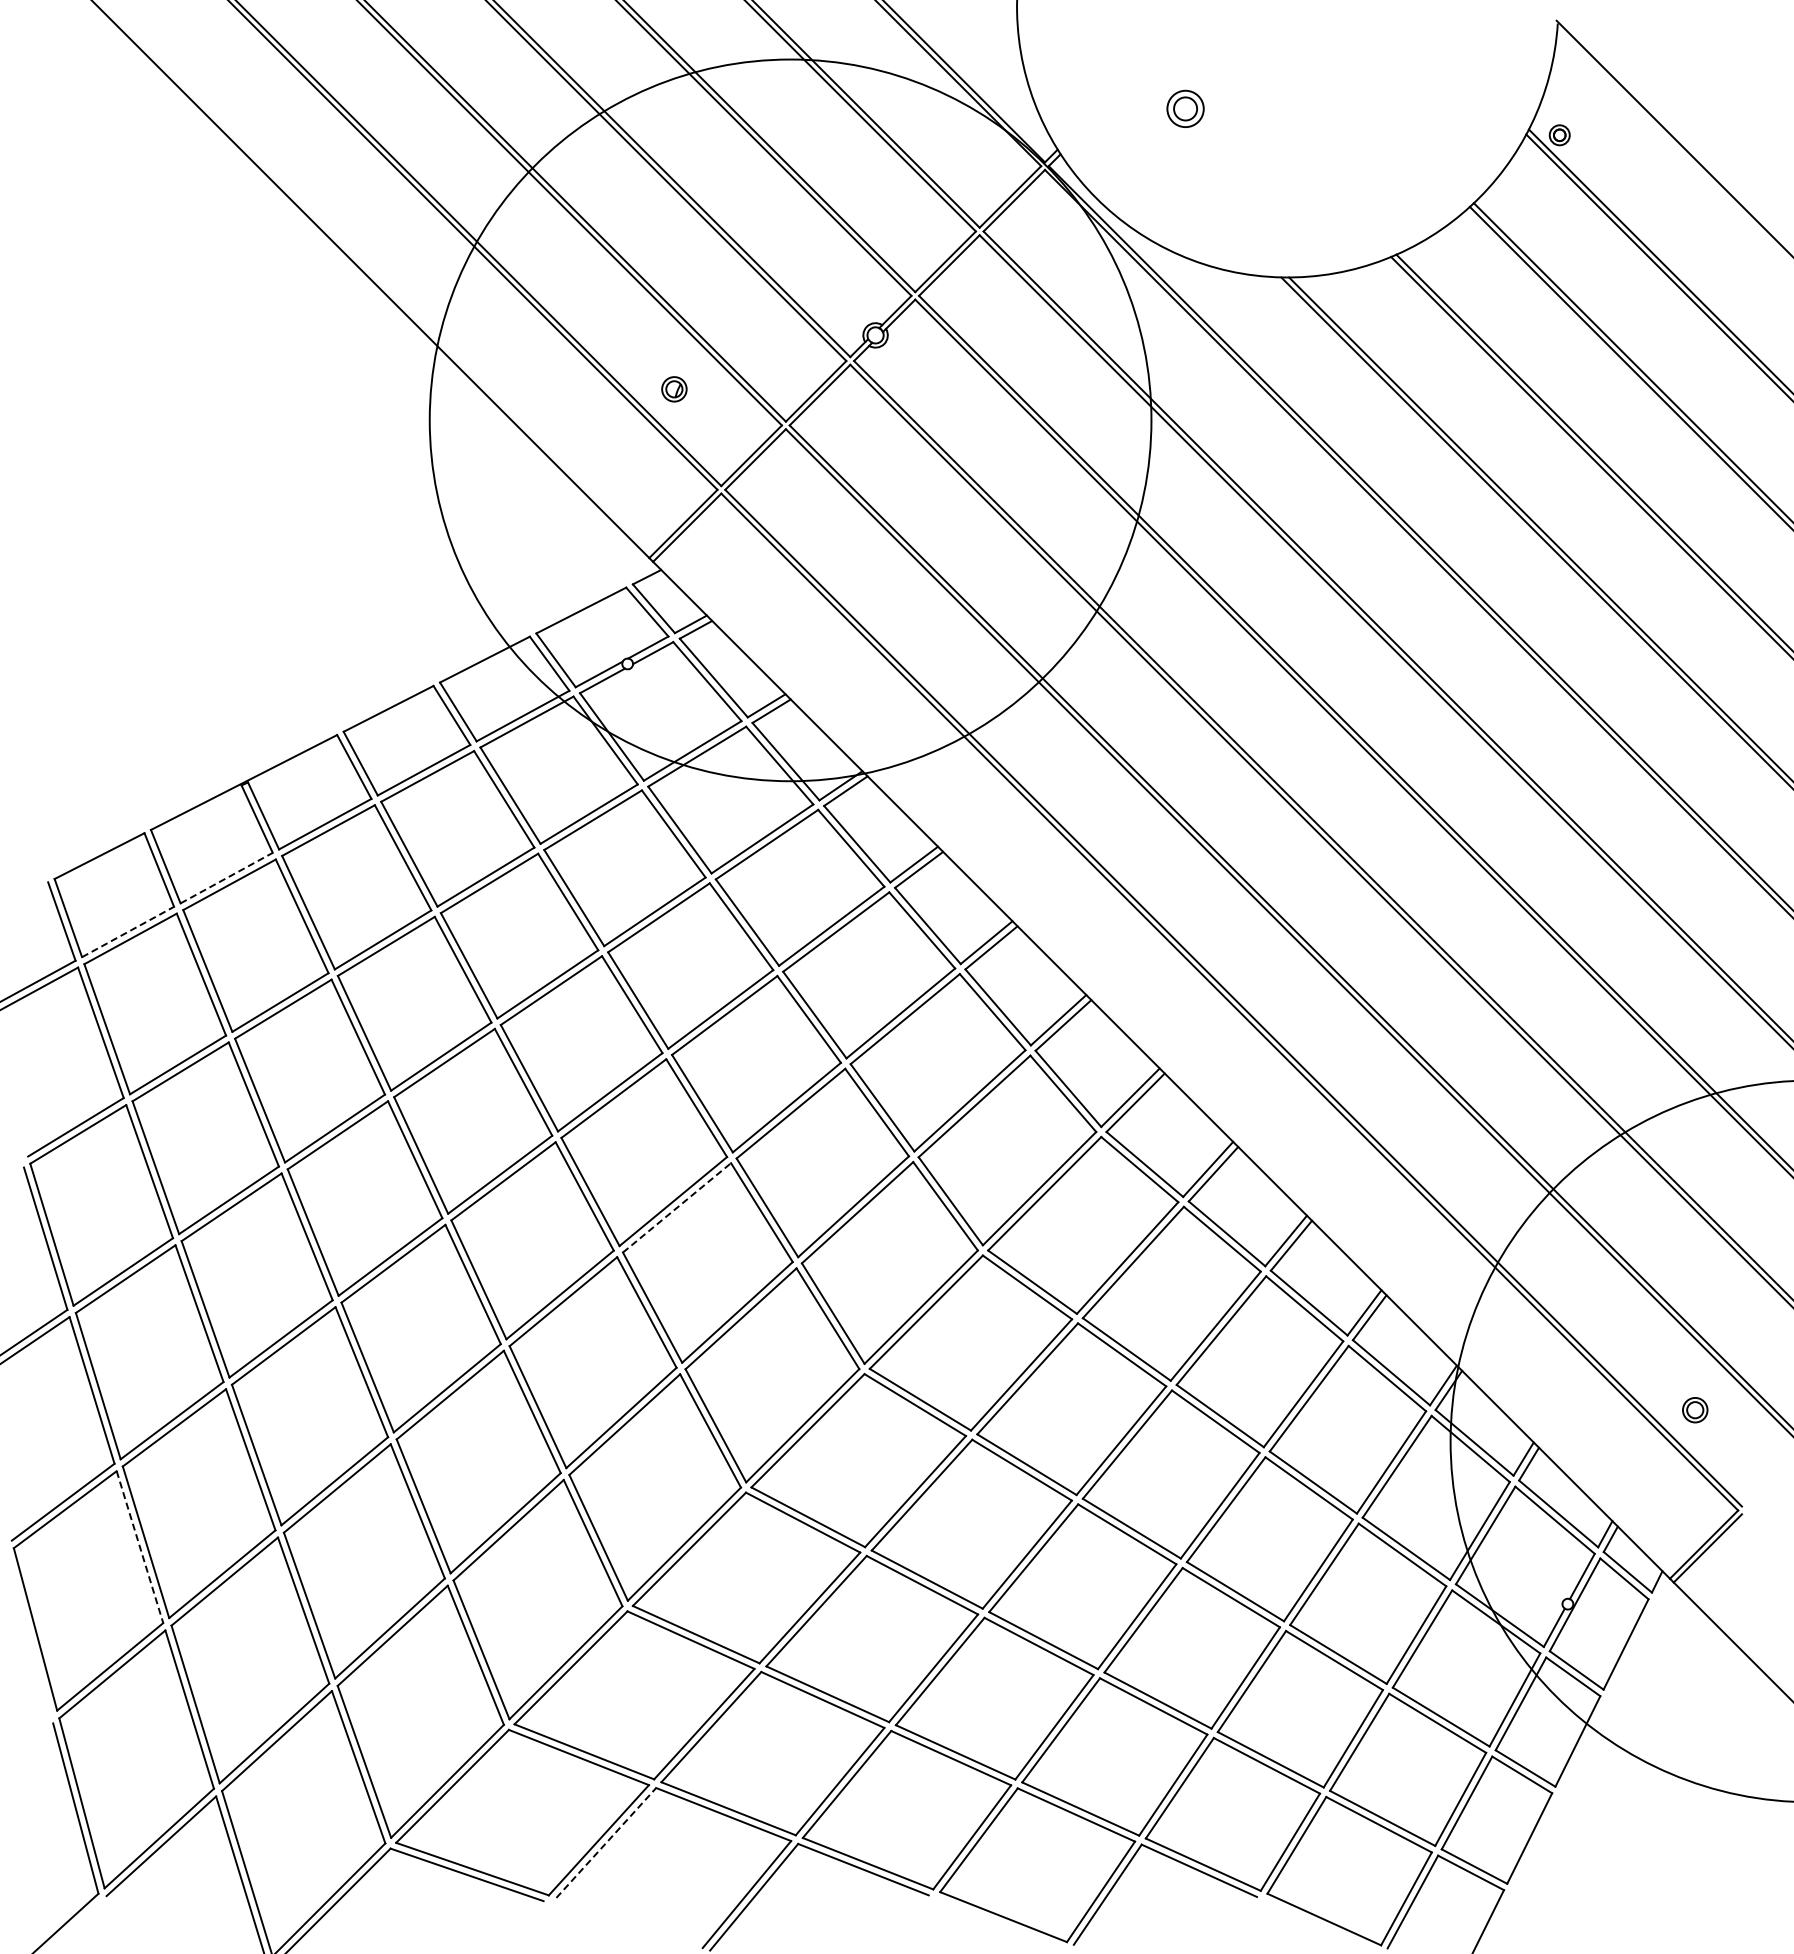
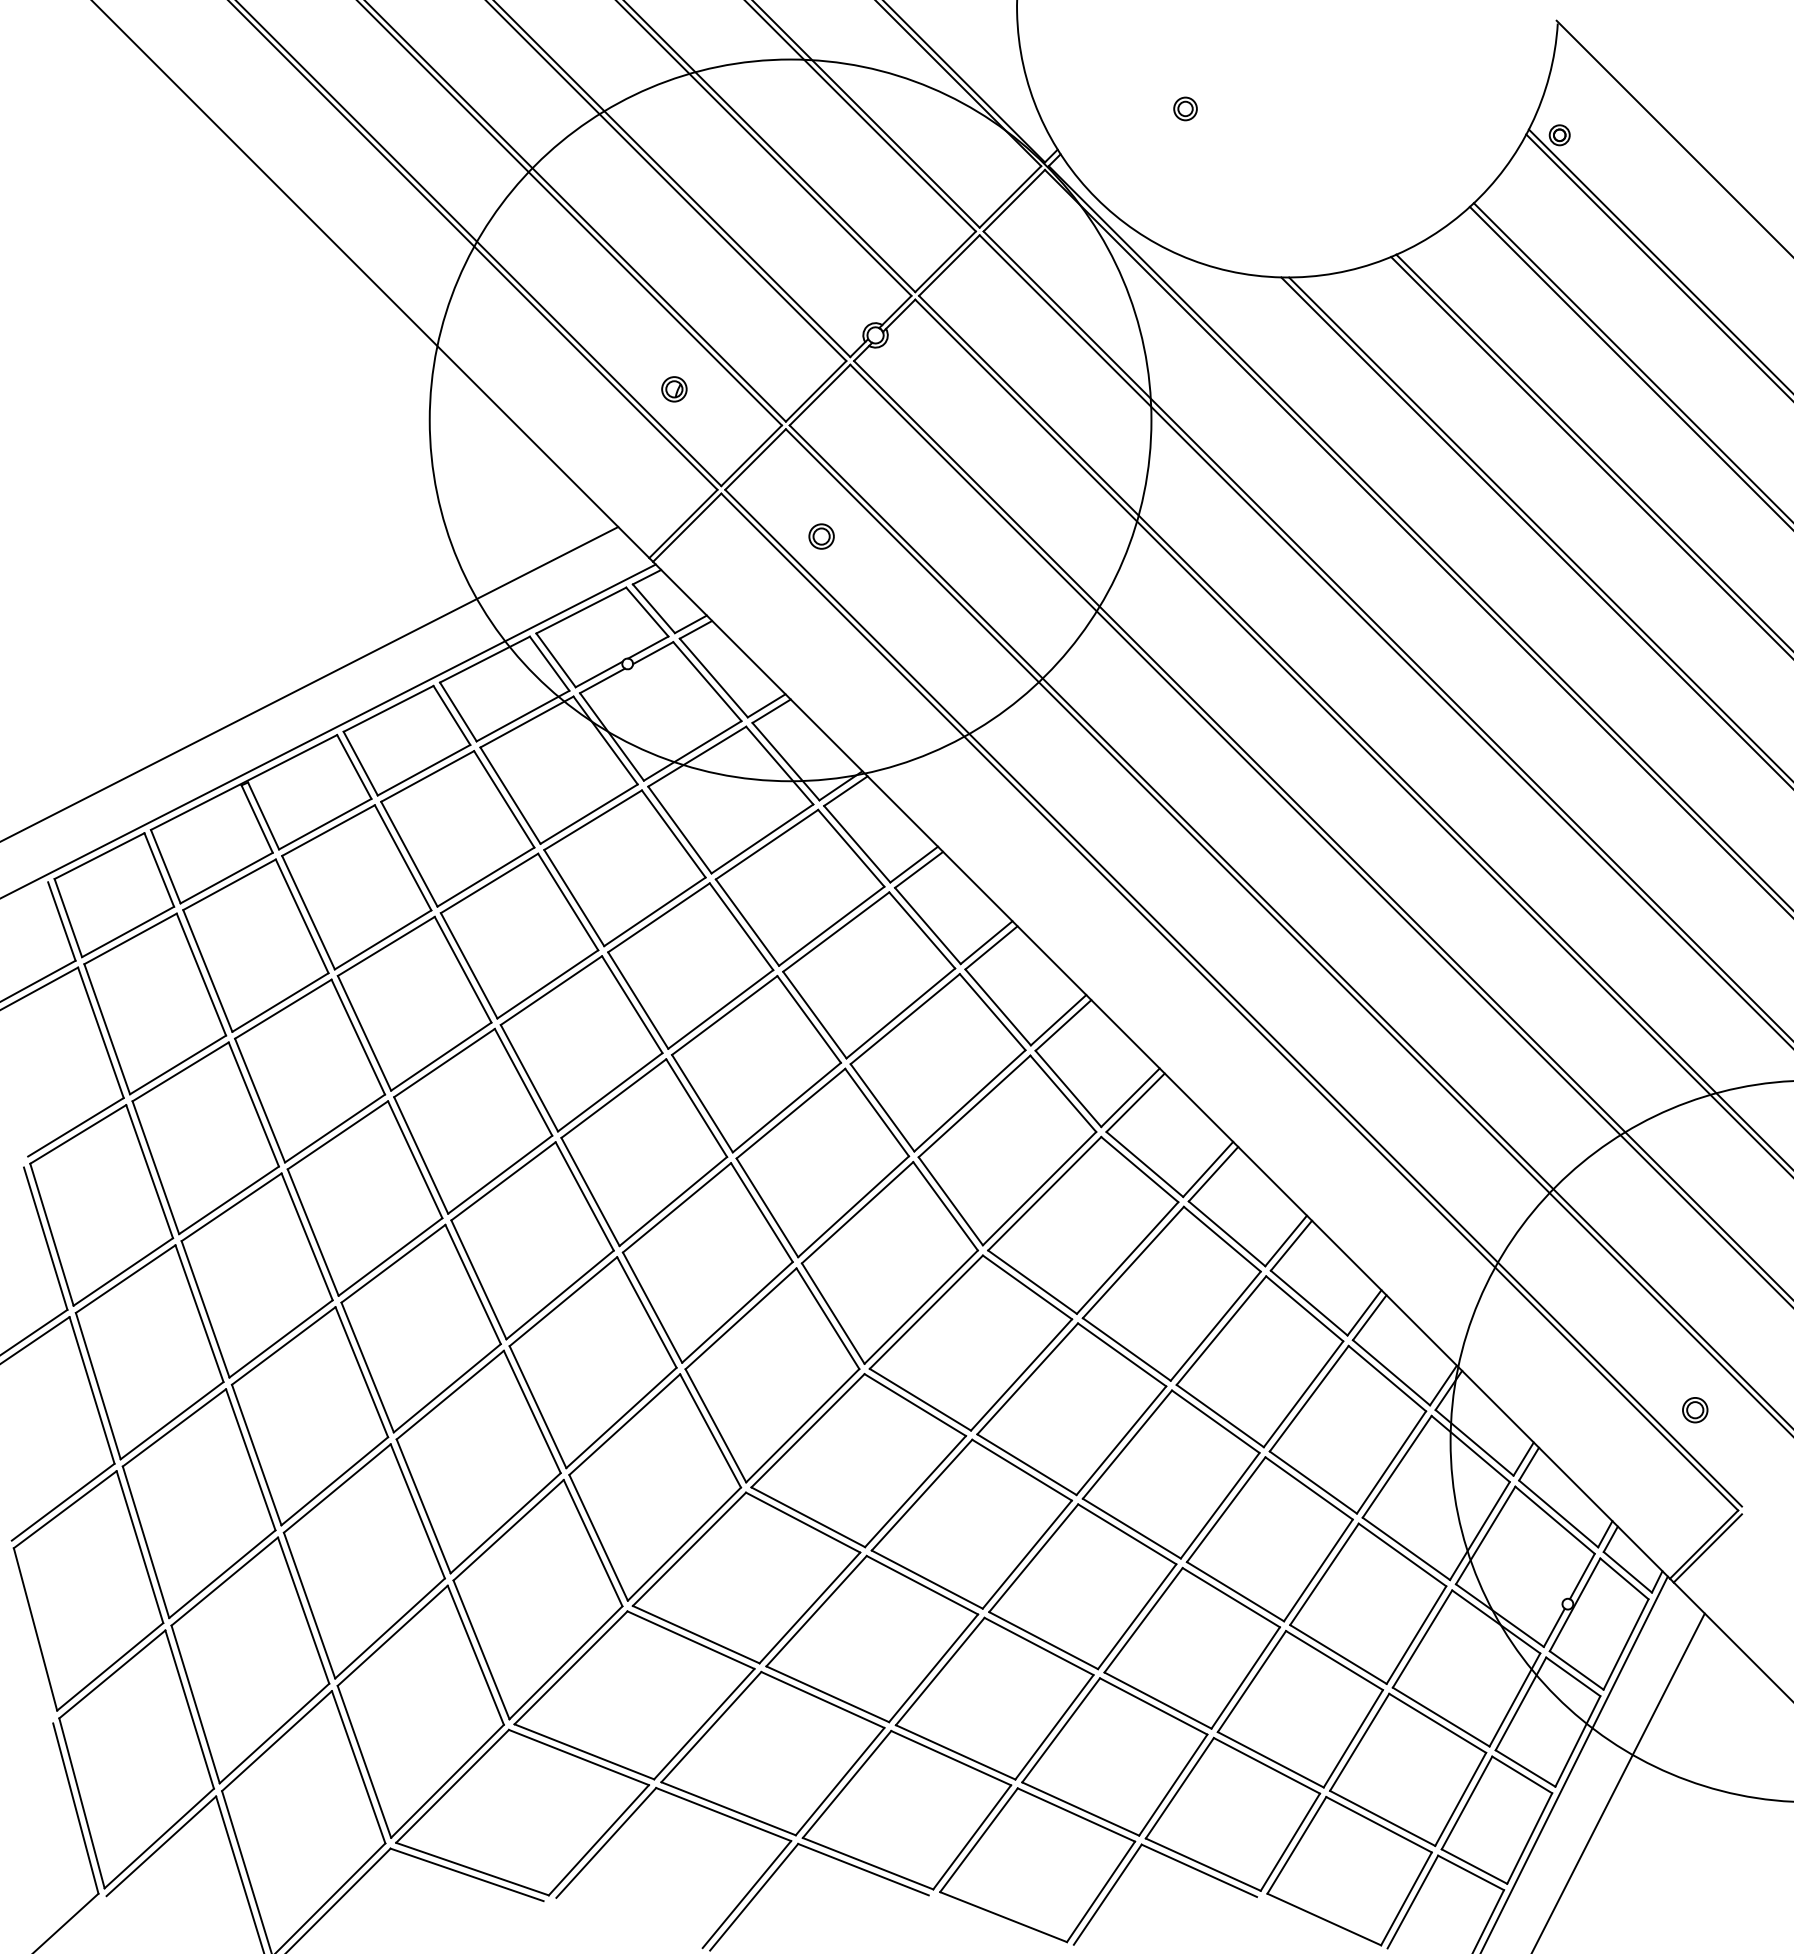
part at (1185, 108) size: 39x39 px -> 25x26 px
part at (821, 536): none -> present
line at (310, 683): none -> present
line at (328, 730): none -> present
line at (226, 878): dashed -> solid
line at (128, 931): dashed -> solid
line at (677, 1207): dashed -> solid
line at (140, 1547): dashed -> solid
line at (1574, 1763): none -> present
line at (1618, 1781): none -> present
line at (606, 1842): dashed -> solid
